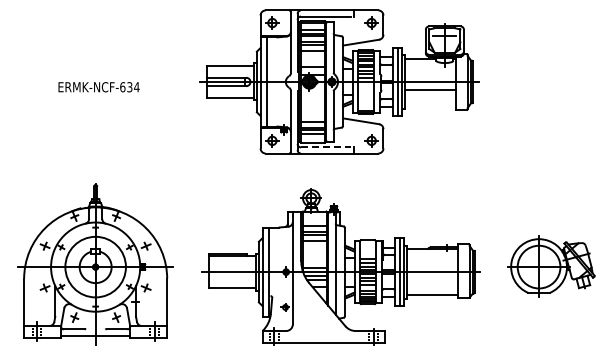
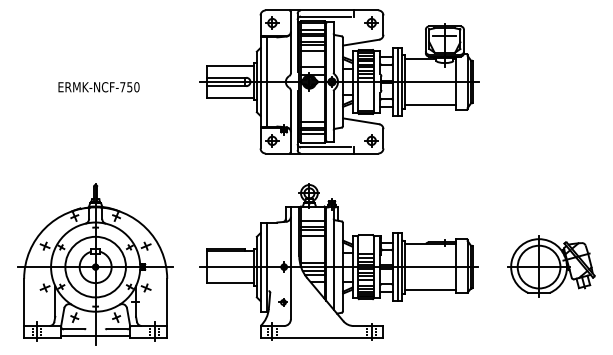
text at (129, 87): ERMK-NCF-634 -> ERMK-NCF-750
line at (430, 90) position: (430, 90) -> (430, 105)
line at (325, 147): dashed -> solid
part at (340, 266) position: (340, 266) -> (338, 261)
